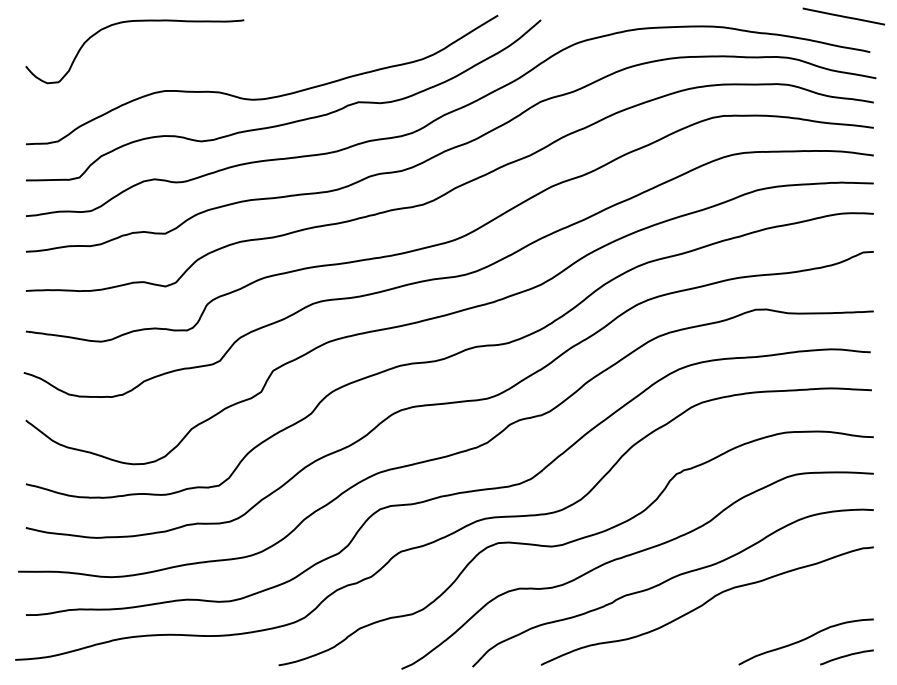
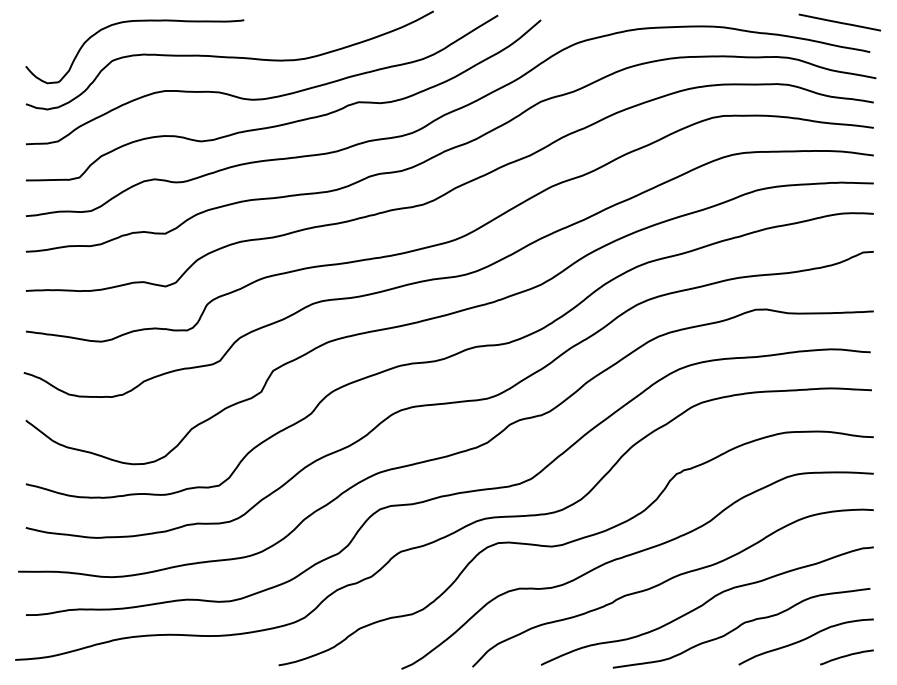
line at (843, 16) position: (843, 16) -> (839, 22)
curve at (229, 58): none -> present
curve at (740, 626): none -> present
